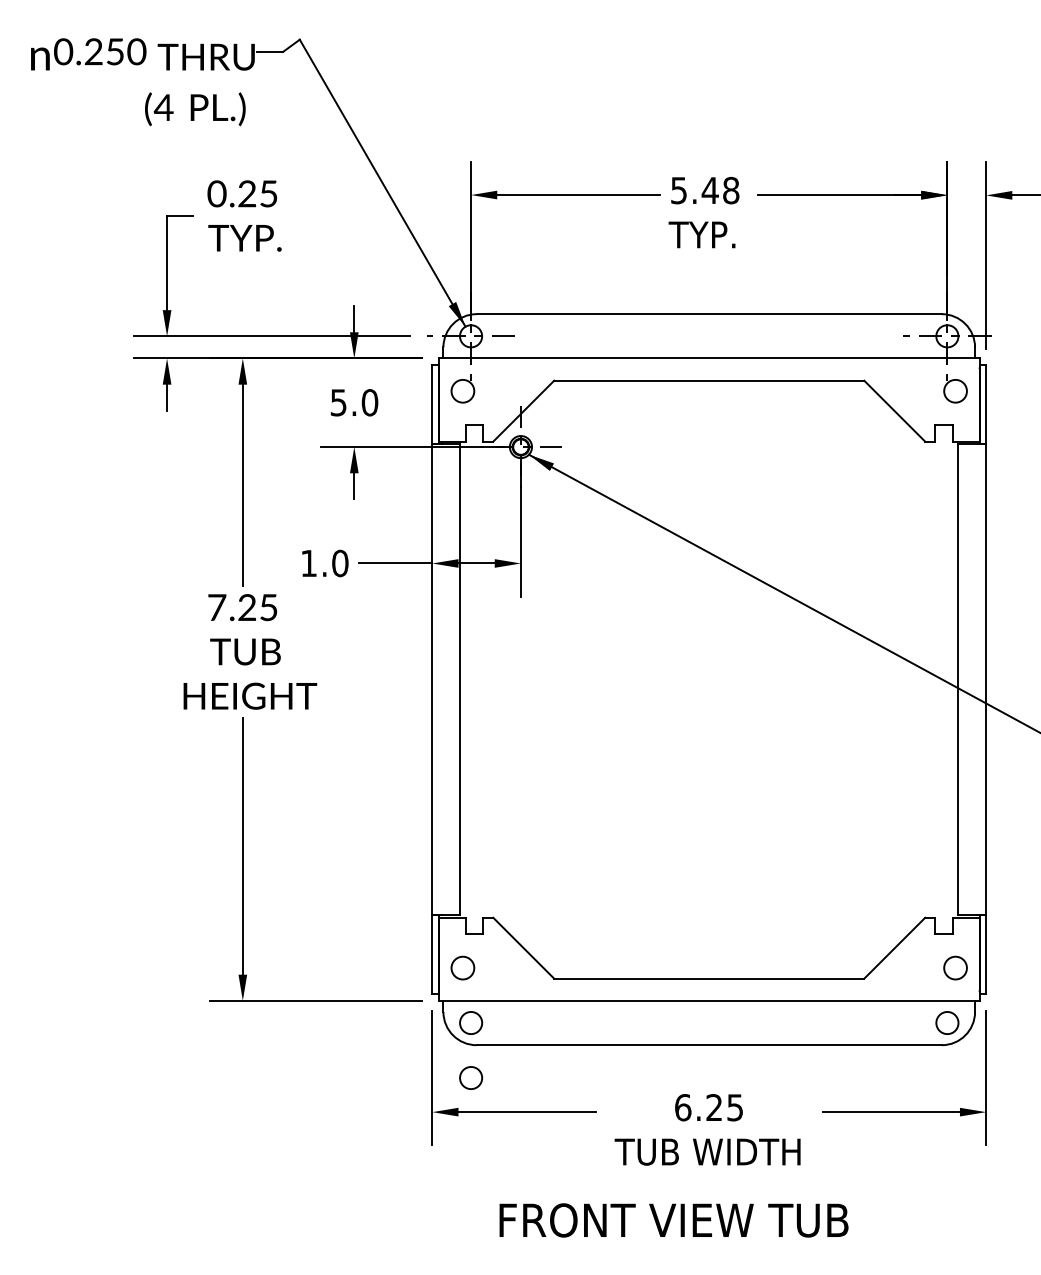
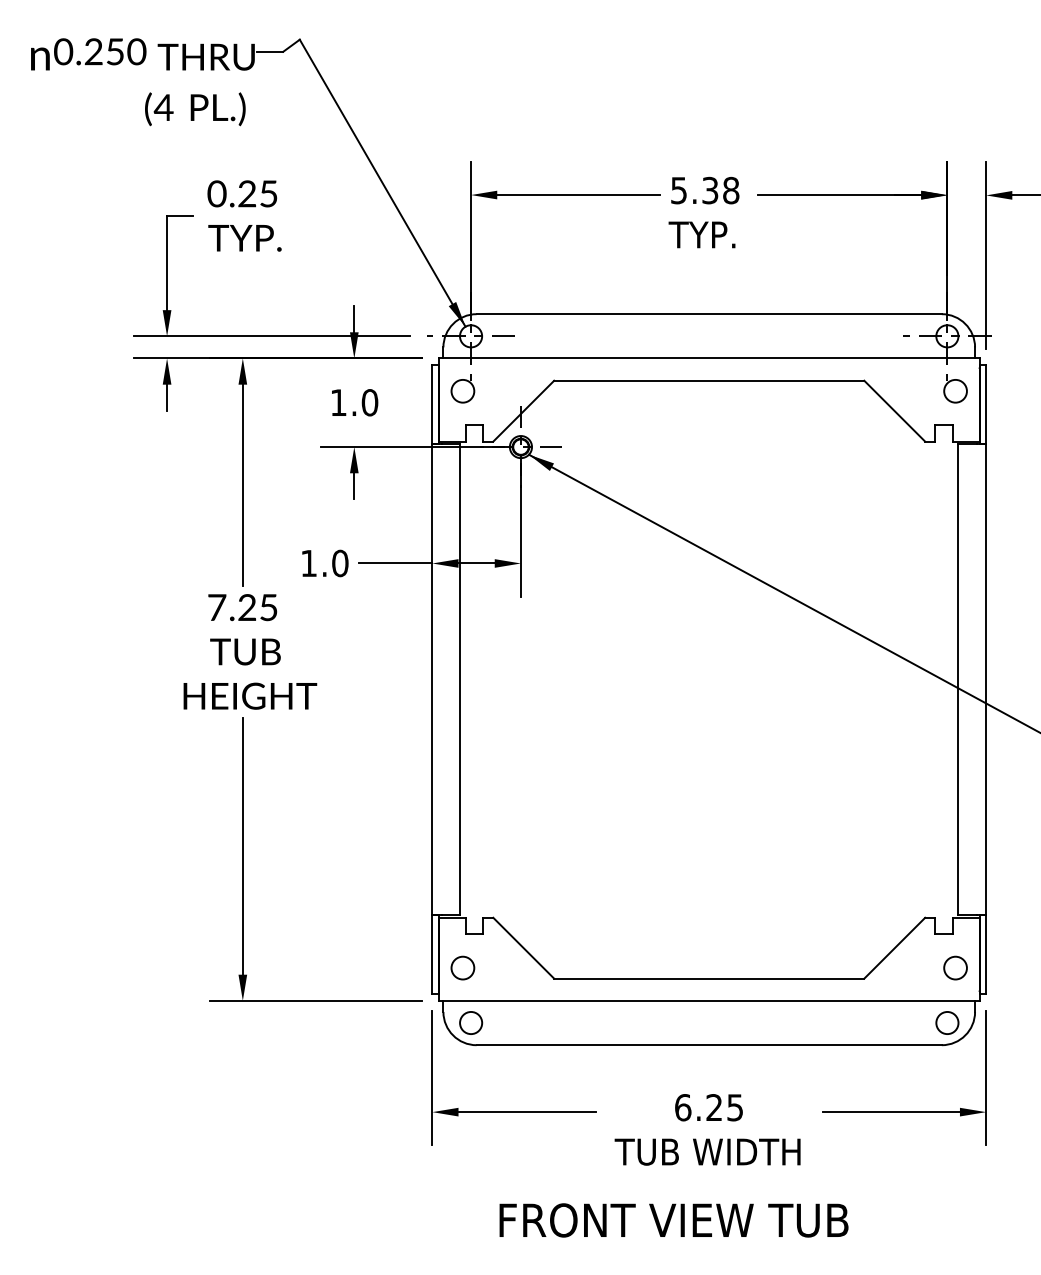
text at (709, 190): 5.48 -> 5.38
text at (338, 402): 5.0 -> 1.0
circle at (471, 1077): present -> none
